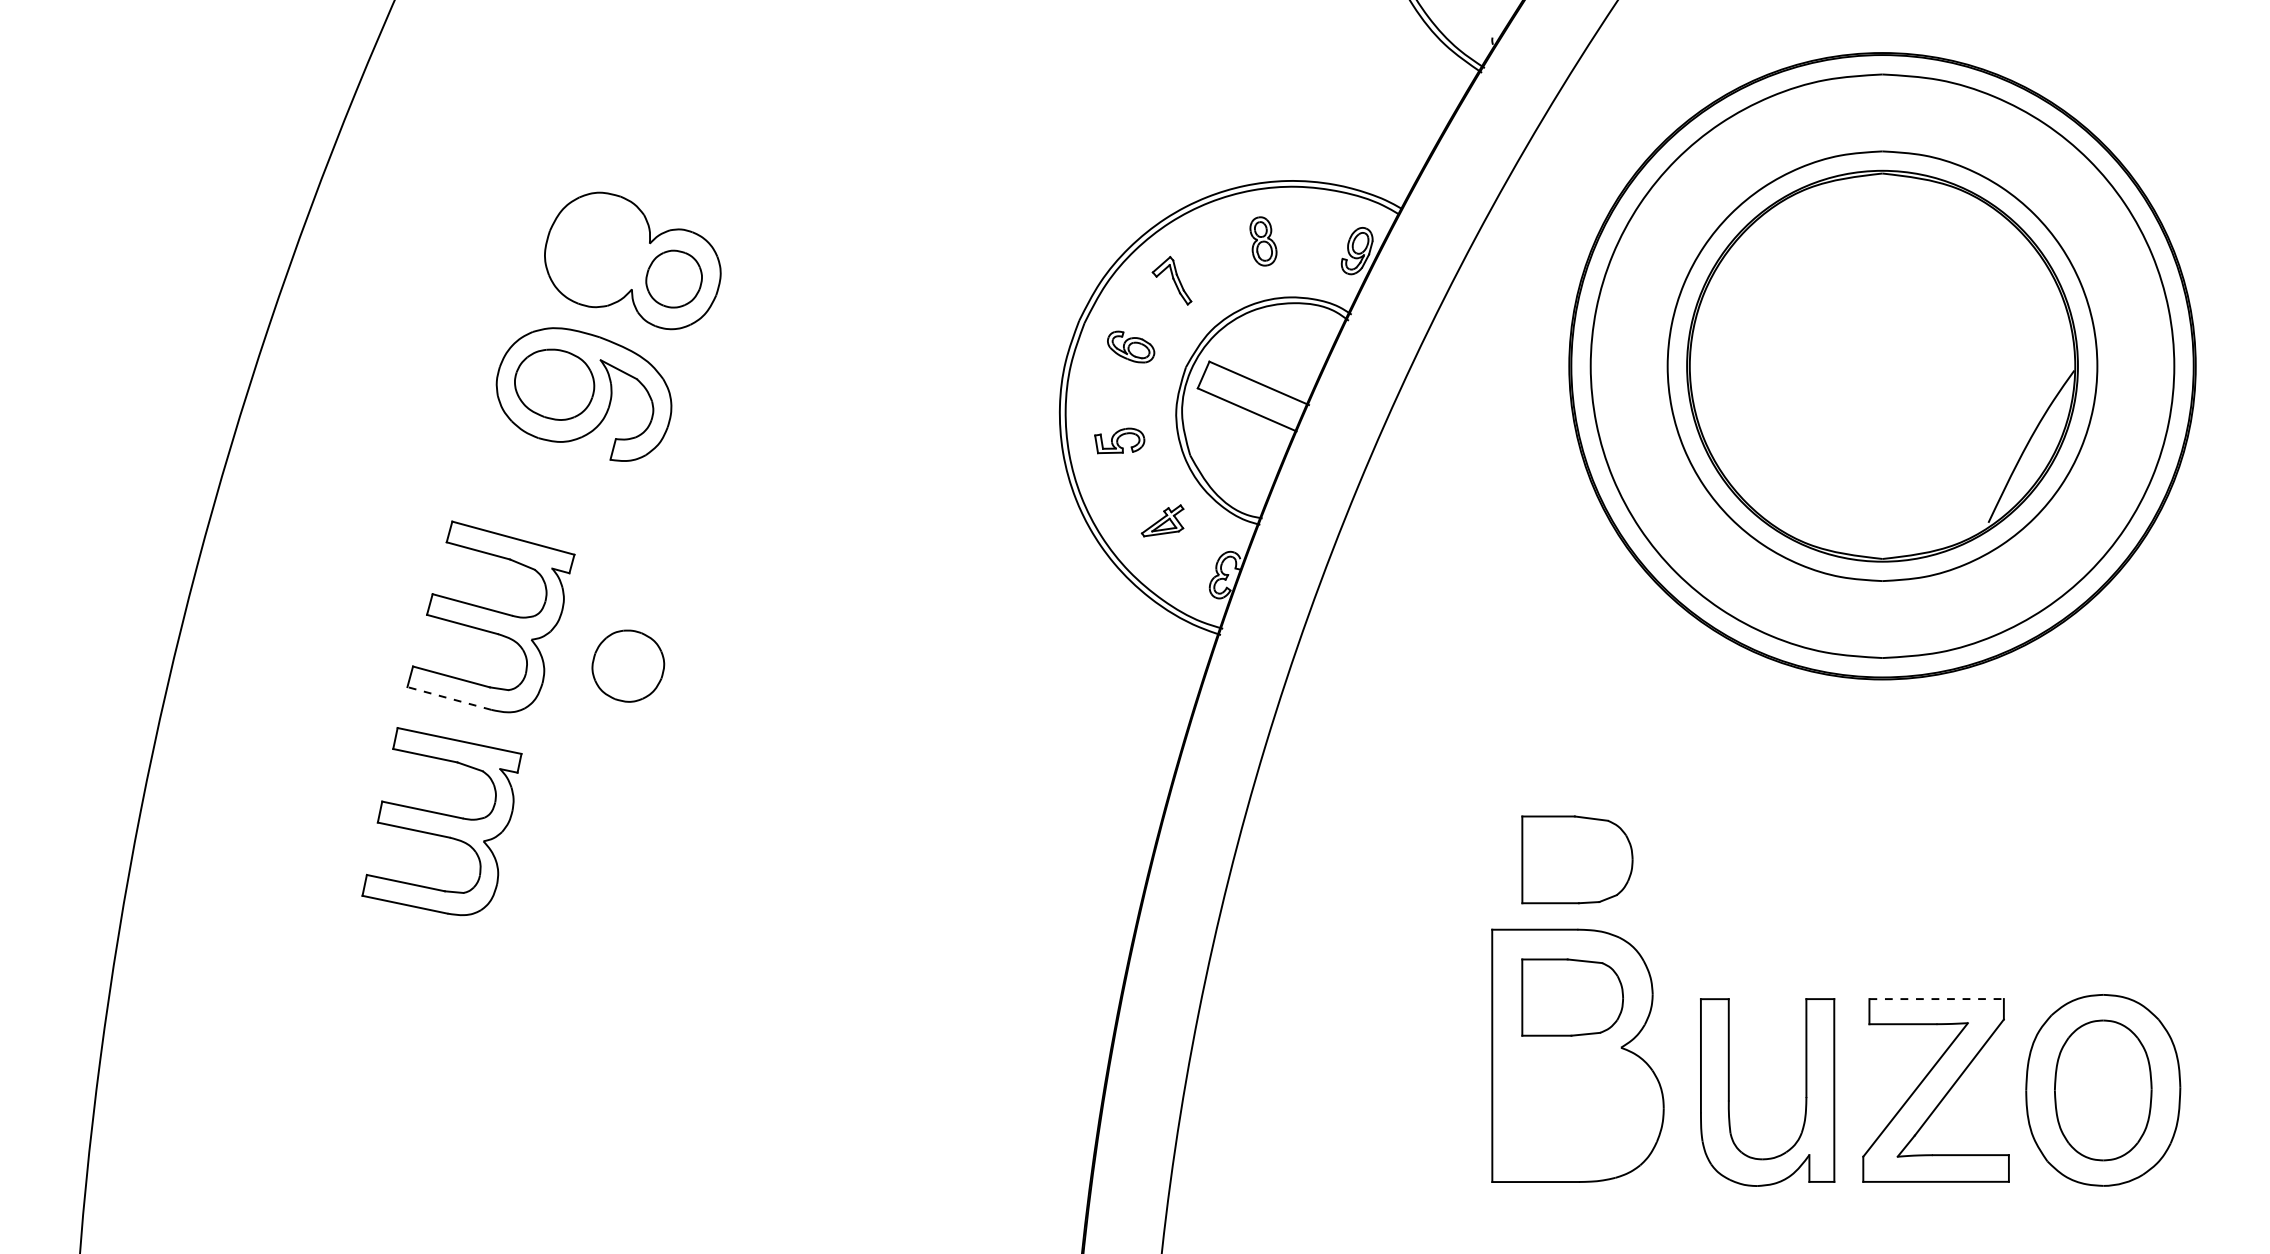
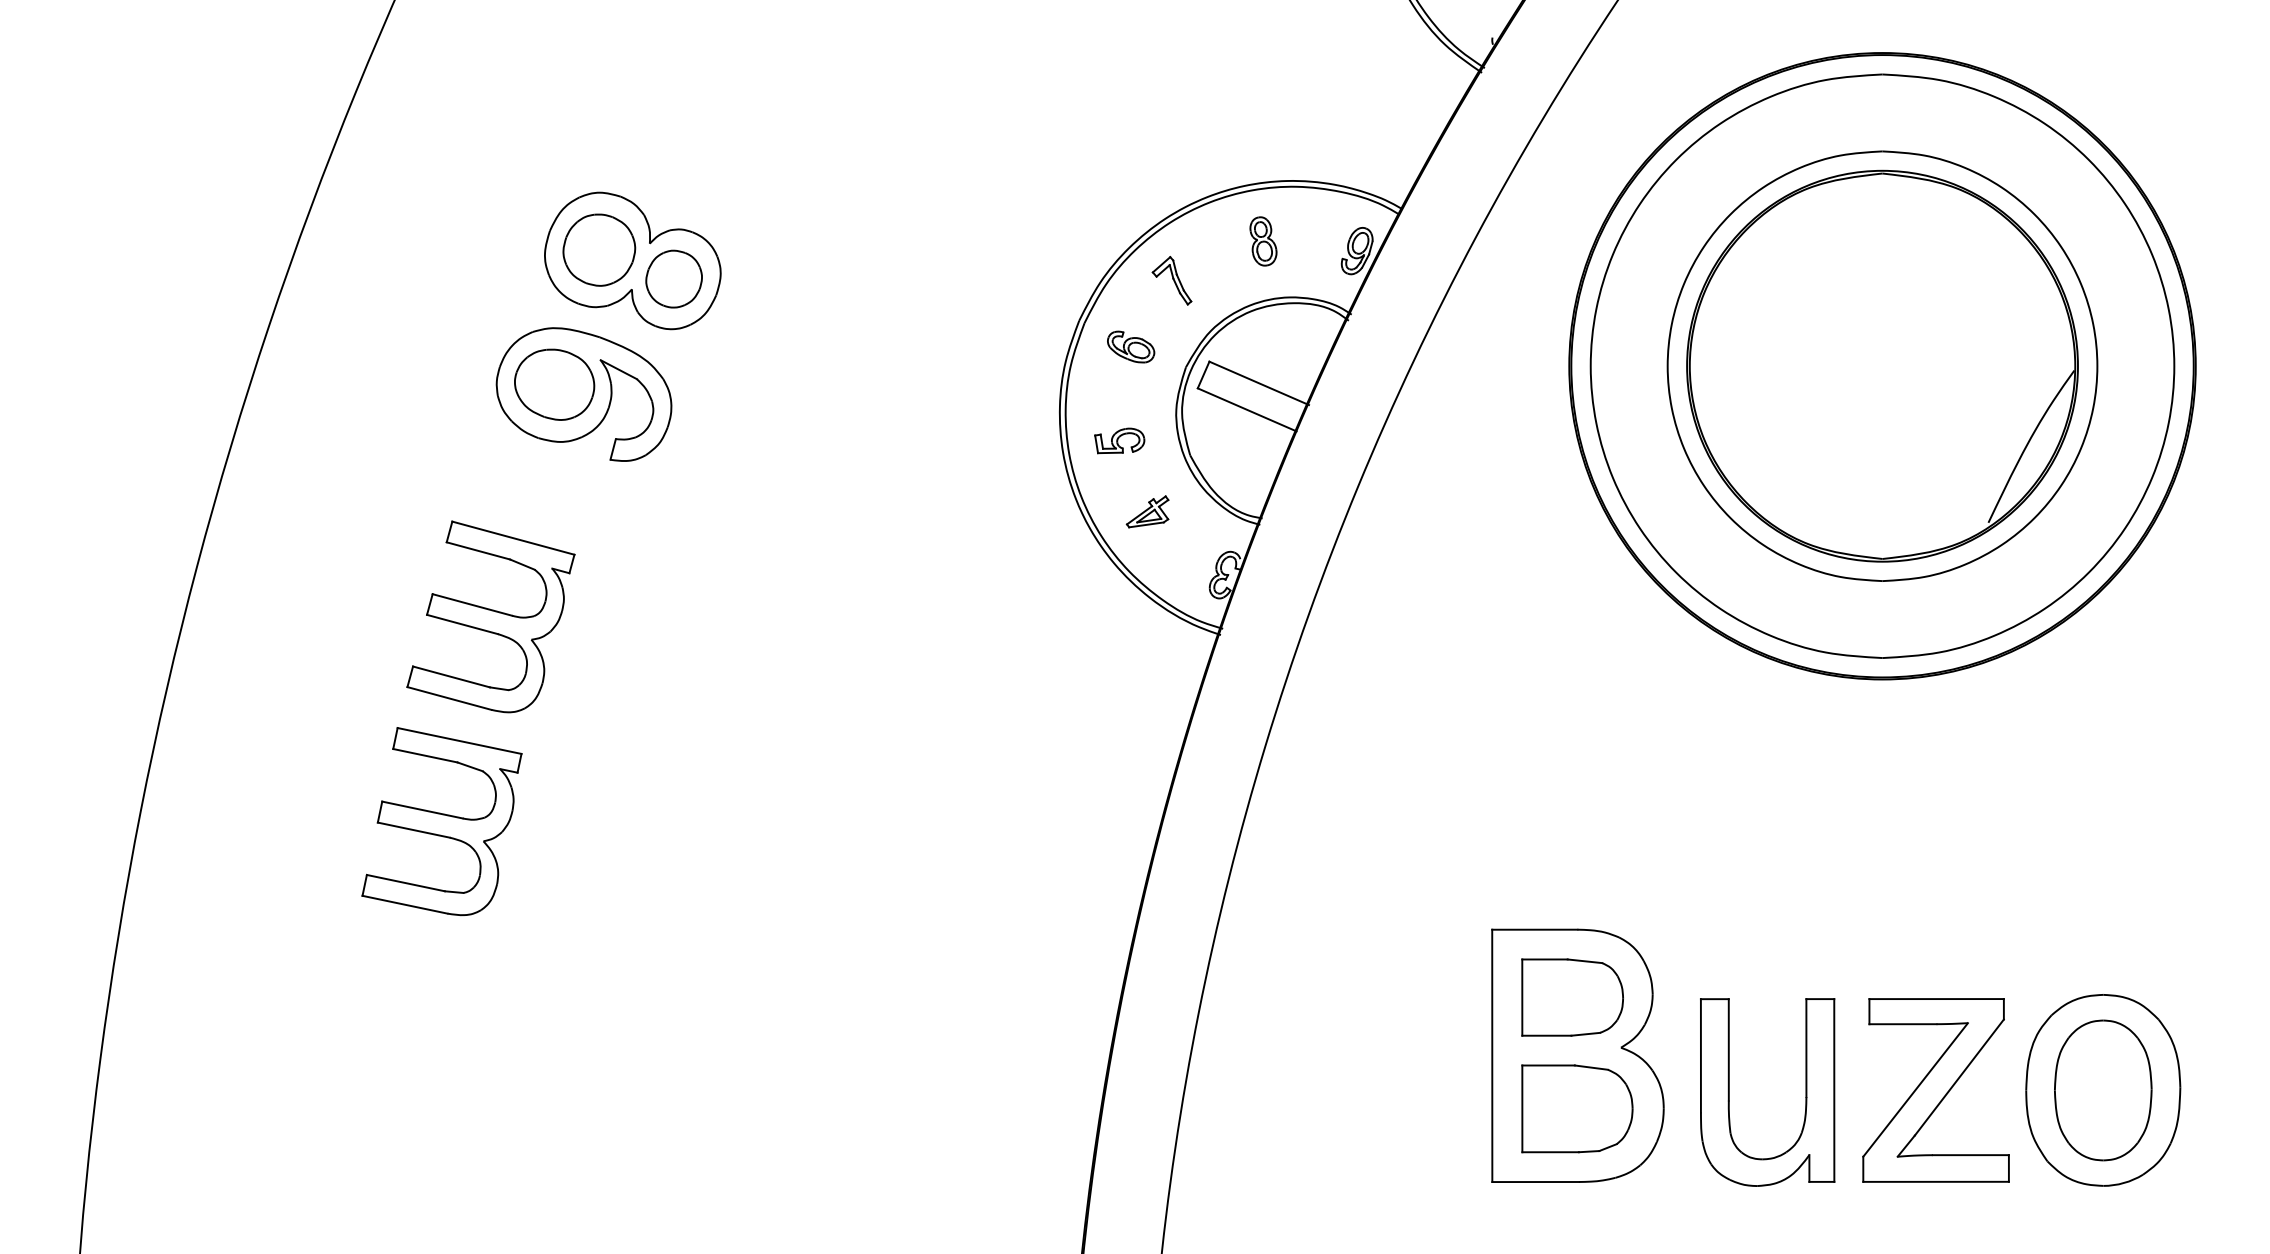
part at (1162, 520) position: (1162, 520) -> (1147, 511)
part at (628, 665) position: (628, 665) -> (599, 249)
line at (448, 698): dashed -> solid
part at (1577, 859) position: (1577, 859) -> (1577, 1108)
line at (1937, 999): dashed -> solid
